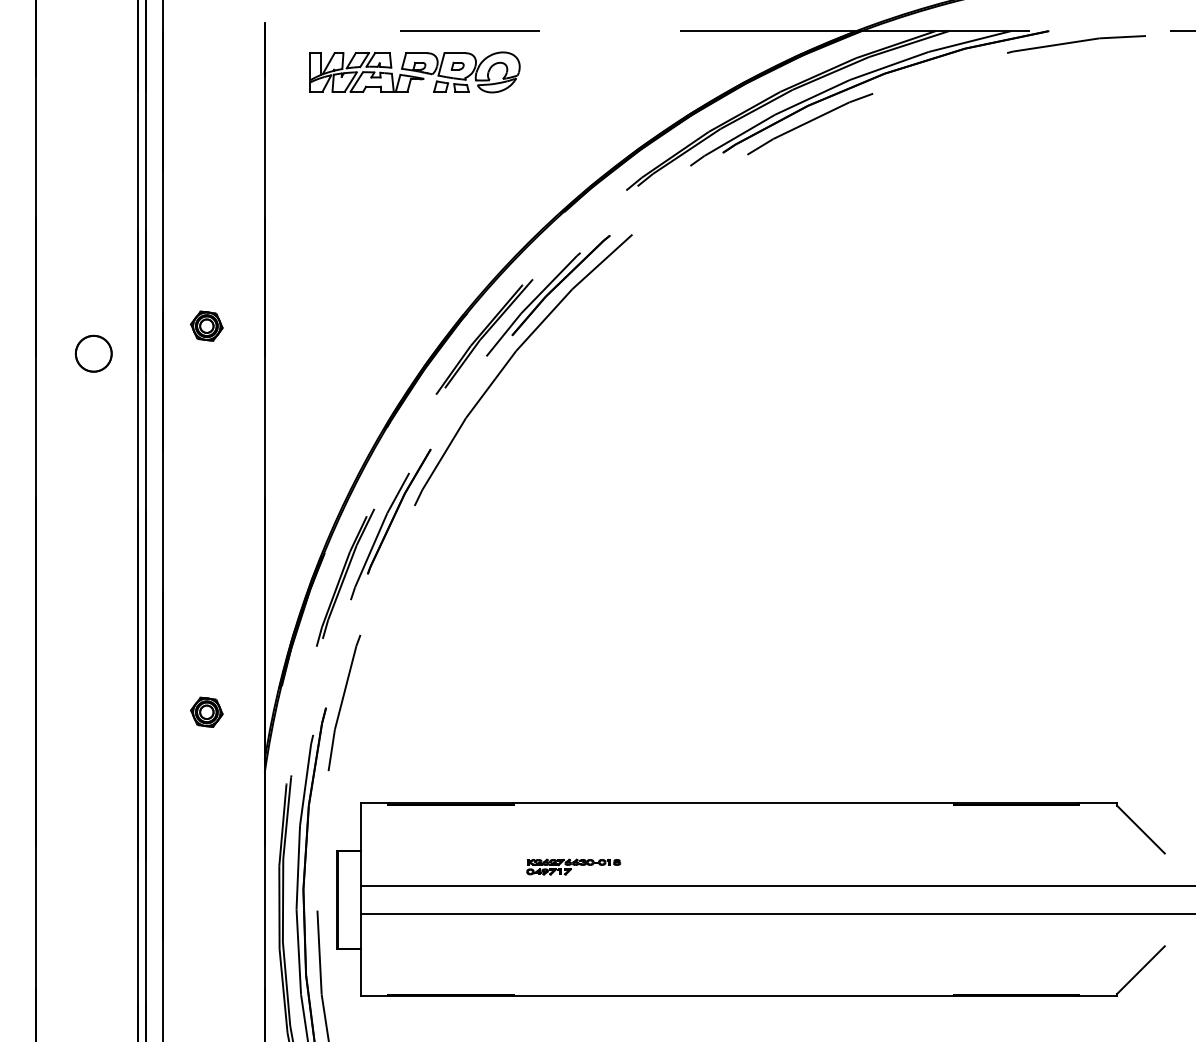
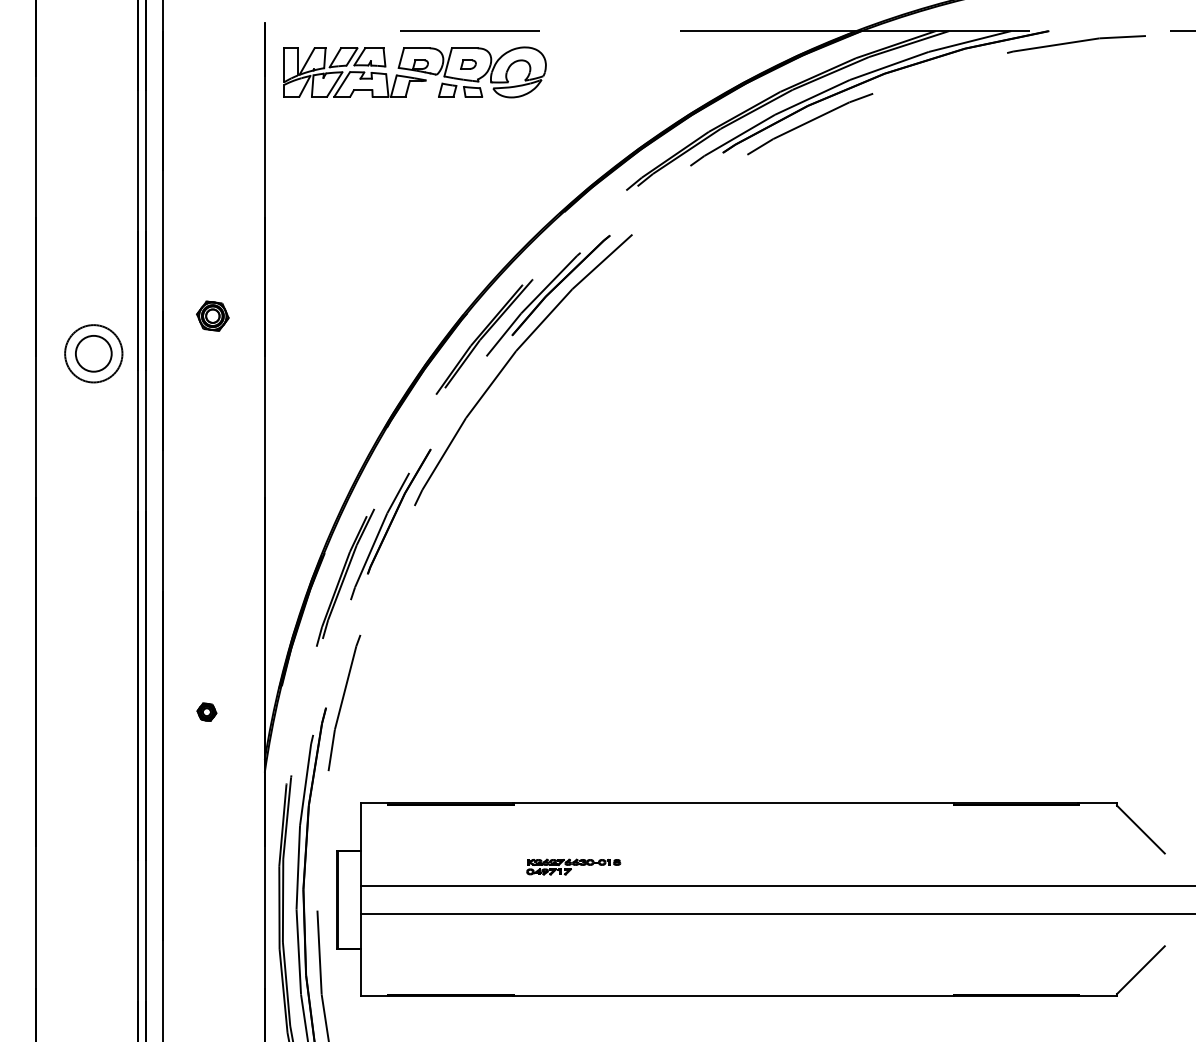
part at (414, 72) size: 212x43 px -> 264x53 px
part at (206, 325) position: (206, 325) -> (212, 315)
circle at (93, 353) diameter: 36 px -> 57 px
part at (206, 711) size: 34x32 px -> 22x20 px
